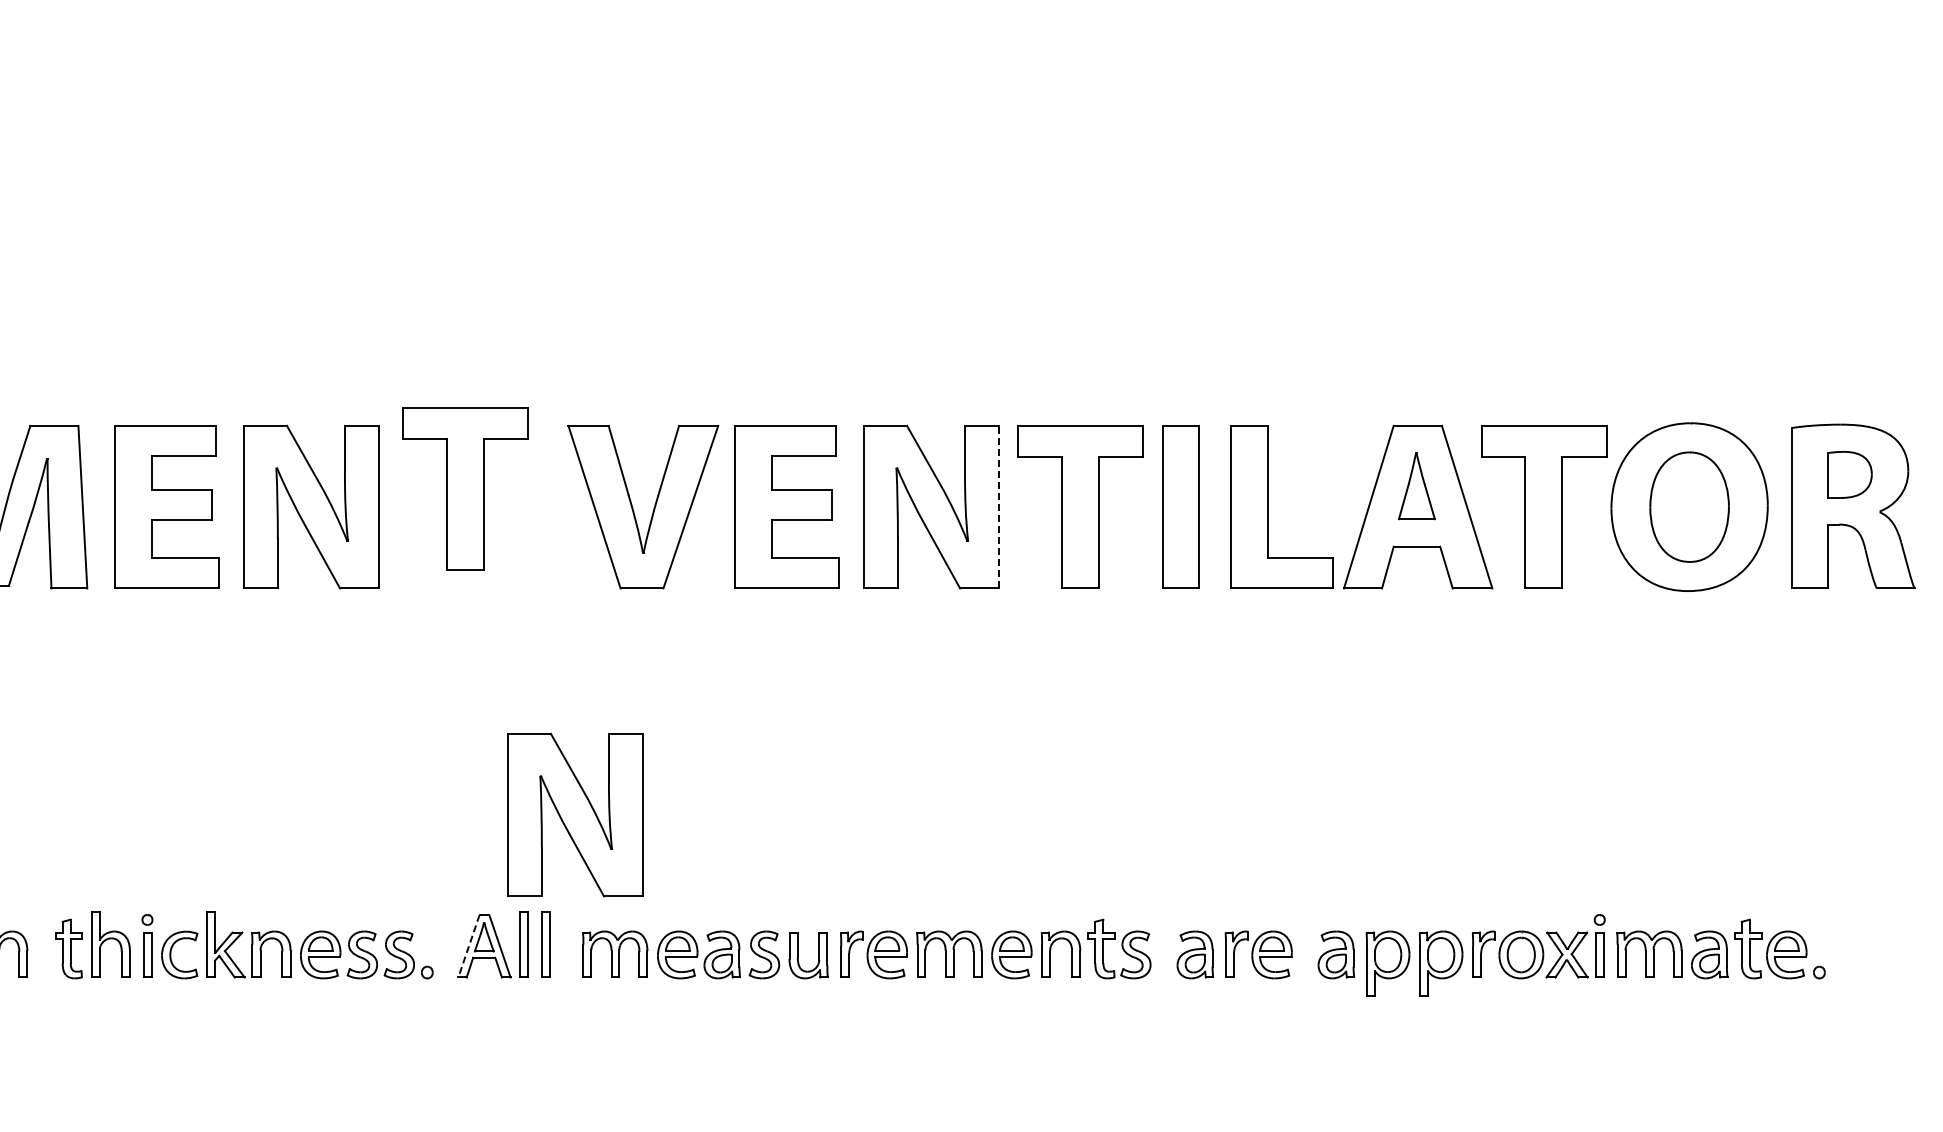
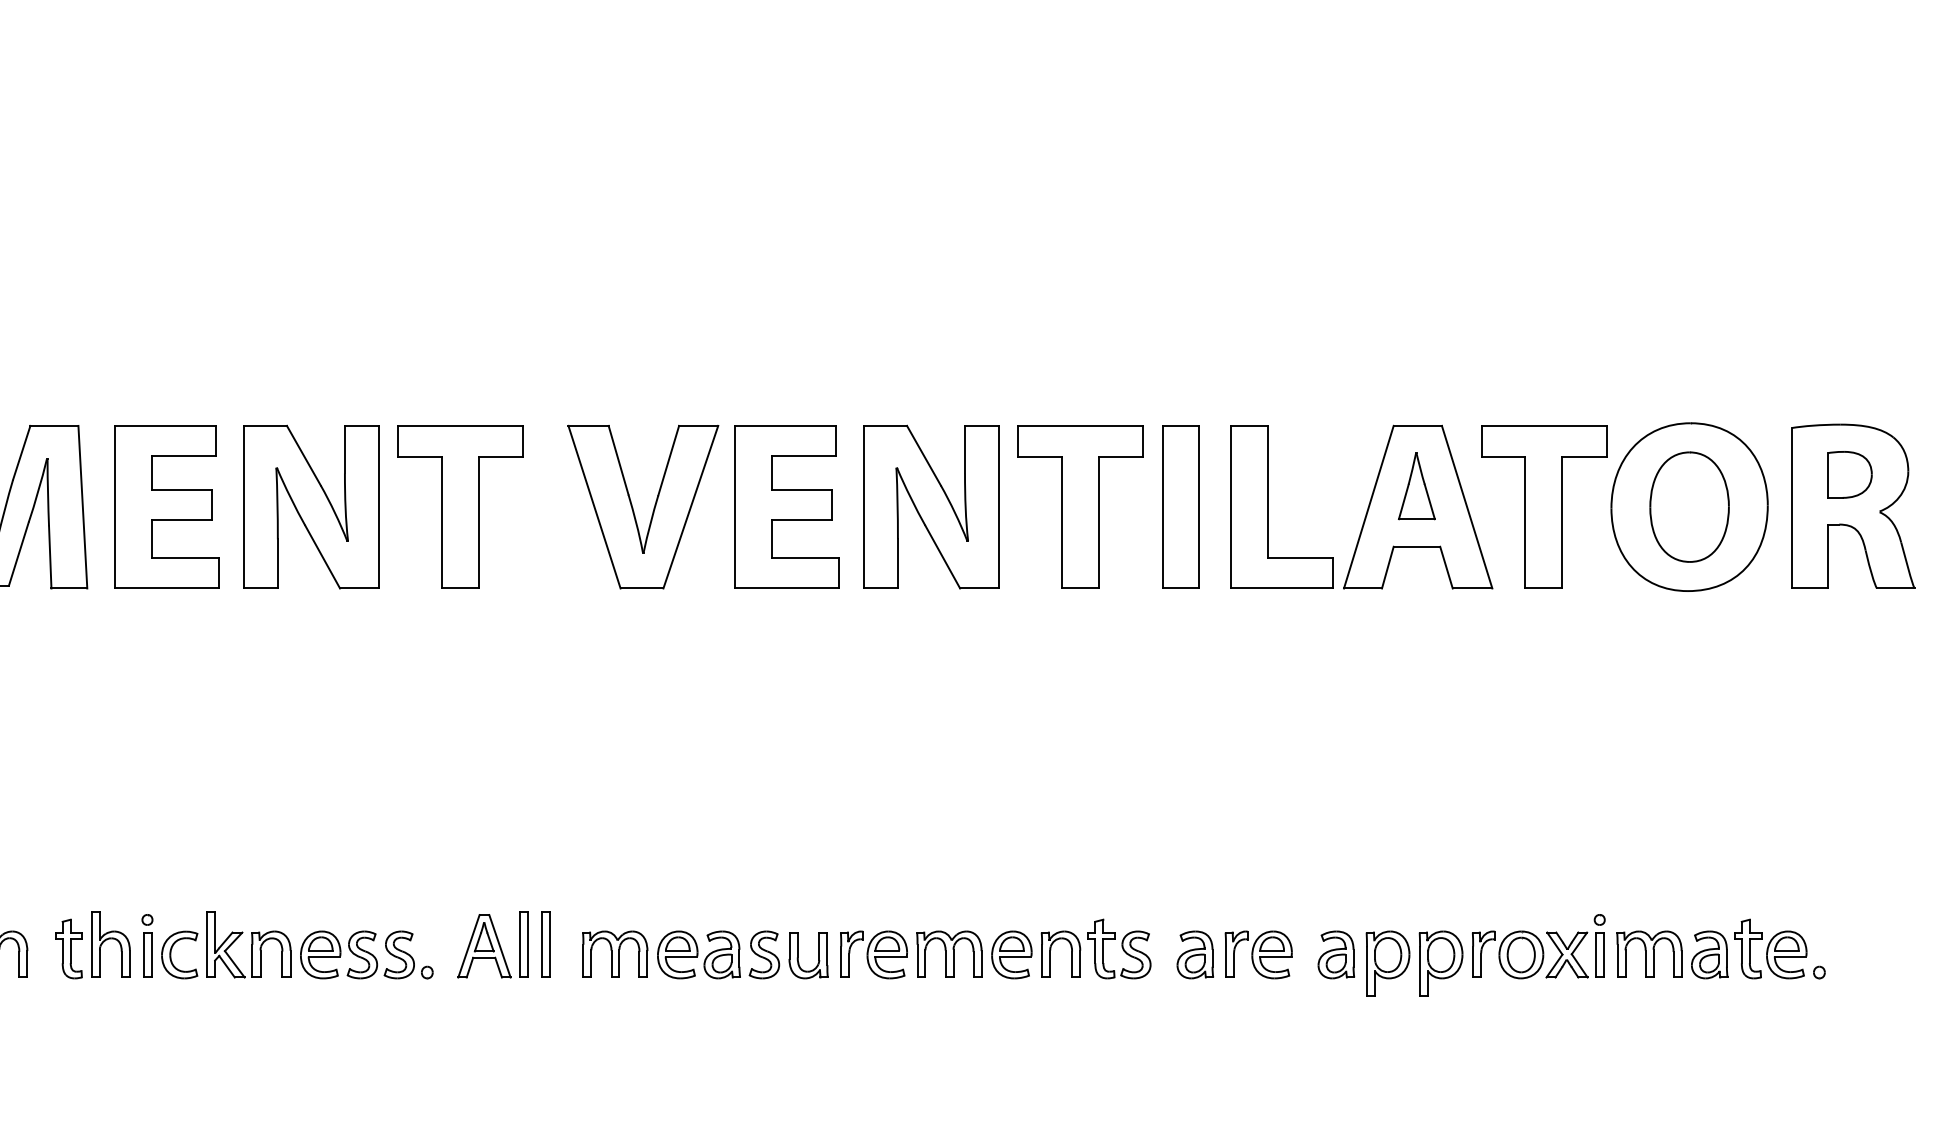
part at (465, 488) position: (465, 488) -> (460, 506)
line at (998, 506): dashed -> solid
part at (575, 814): present -> none
line at (468, 946): dashed -> solid
